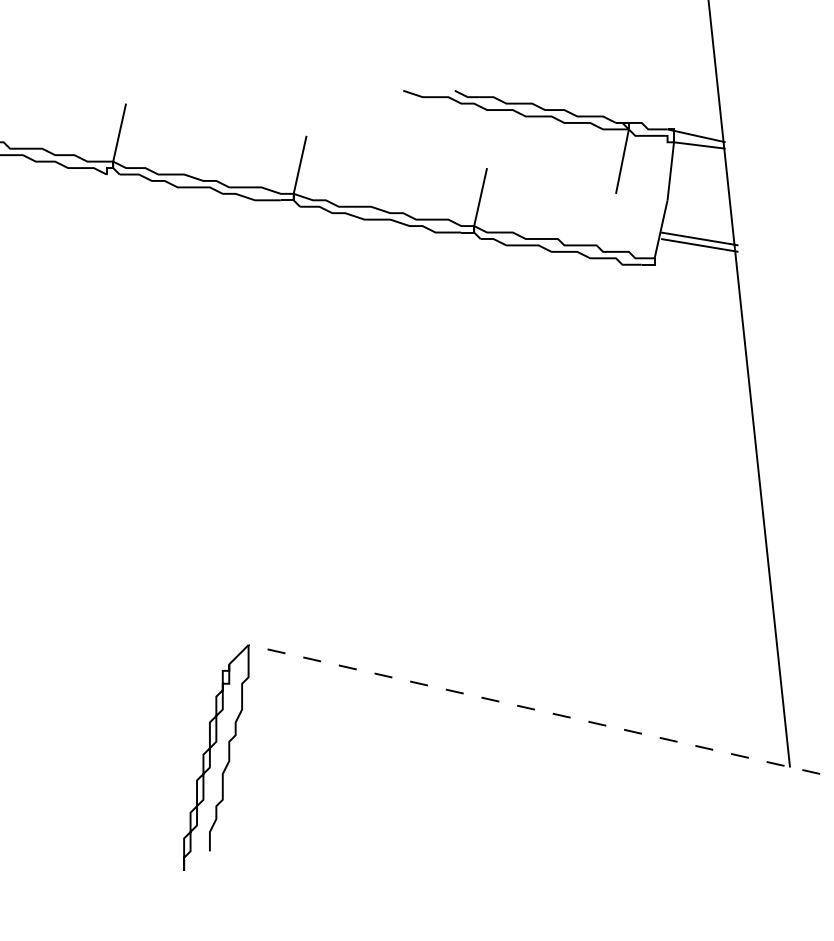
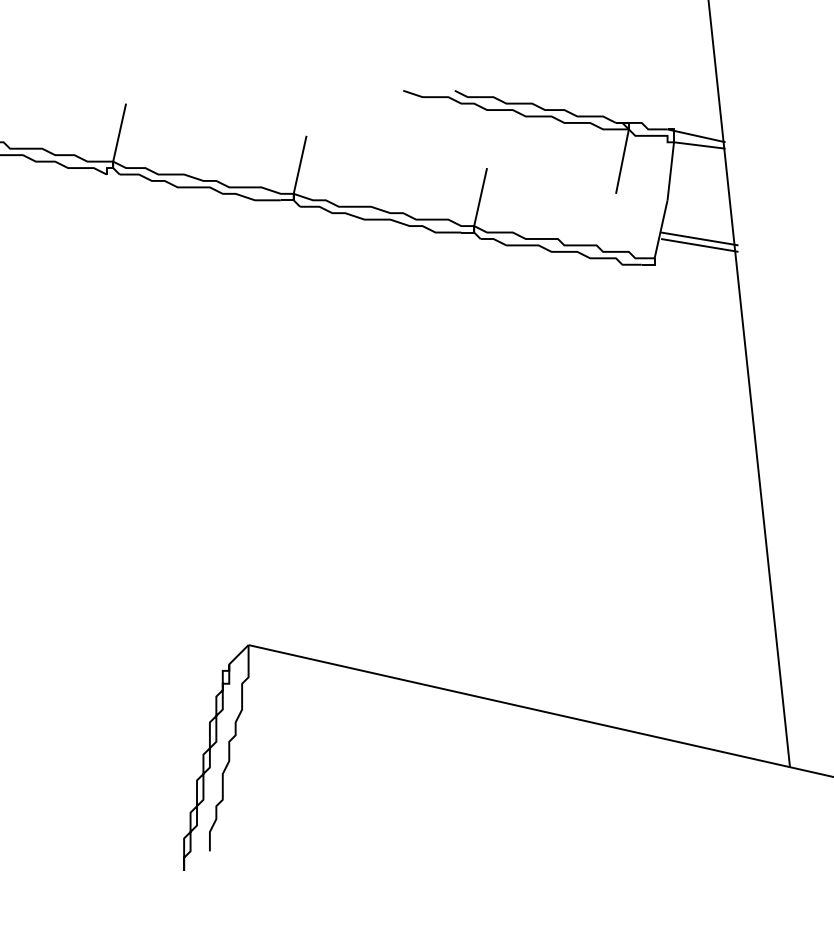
line at (541, 711): dashed -> solid
